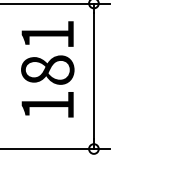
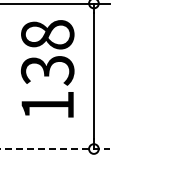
text at (47, 52): 181 -> 138
line at (55, 149): solid -> dashed
